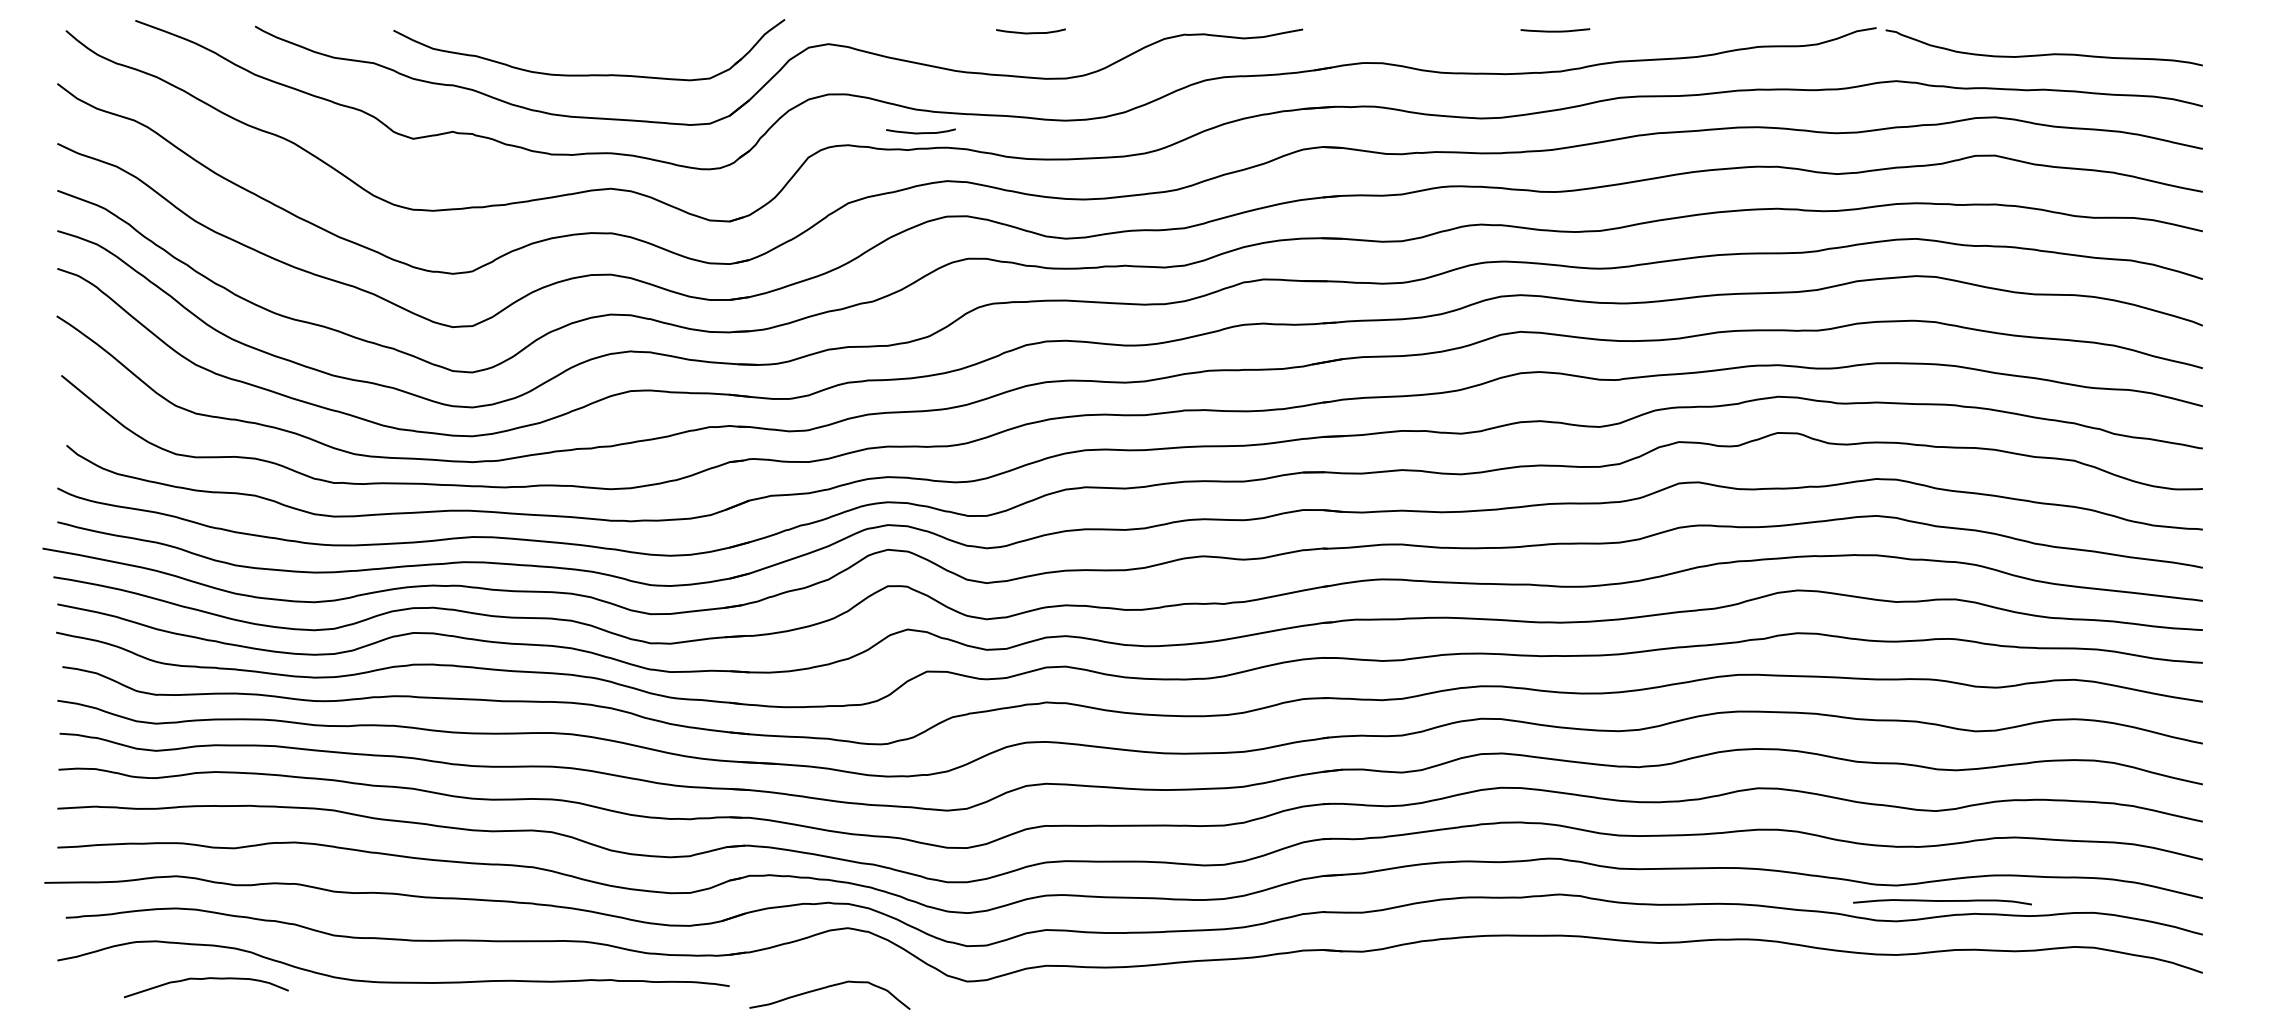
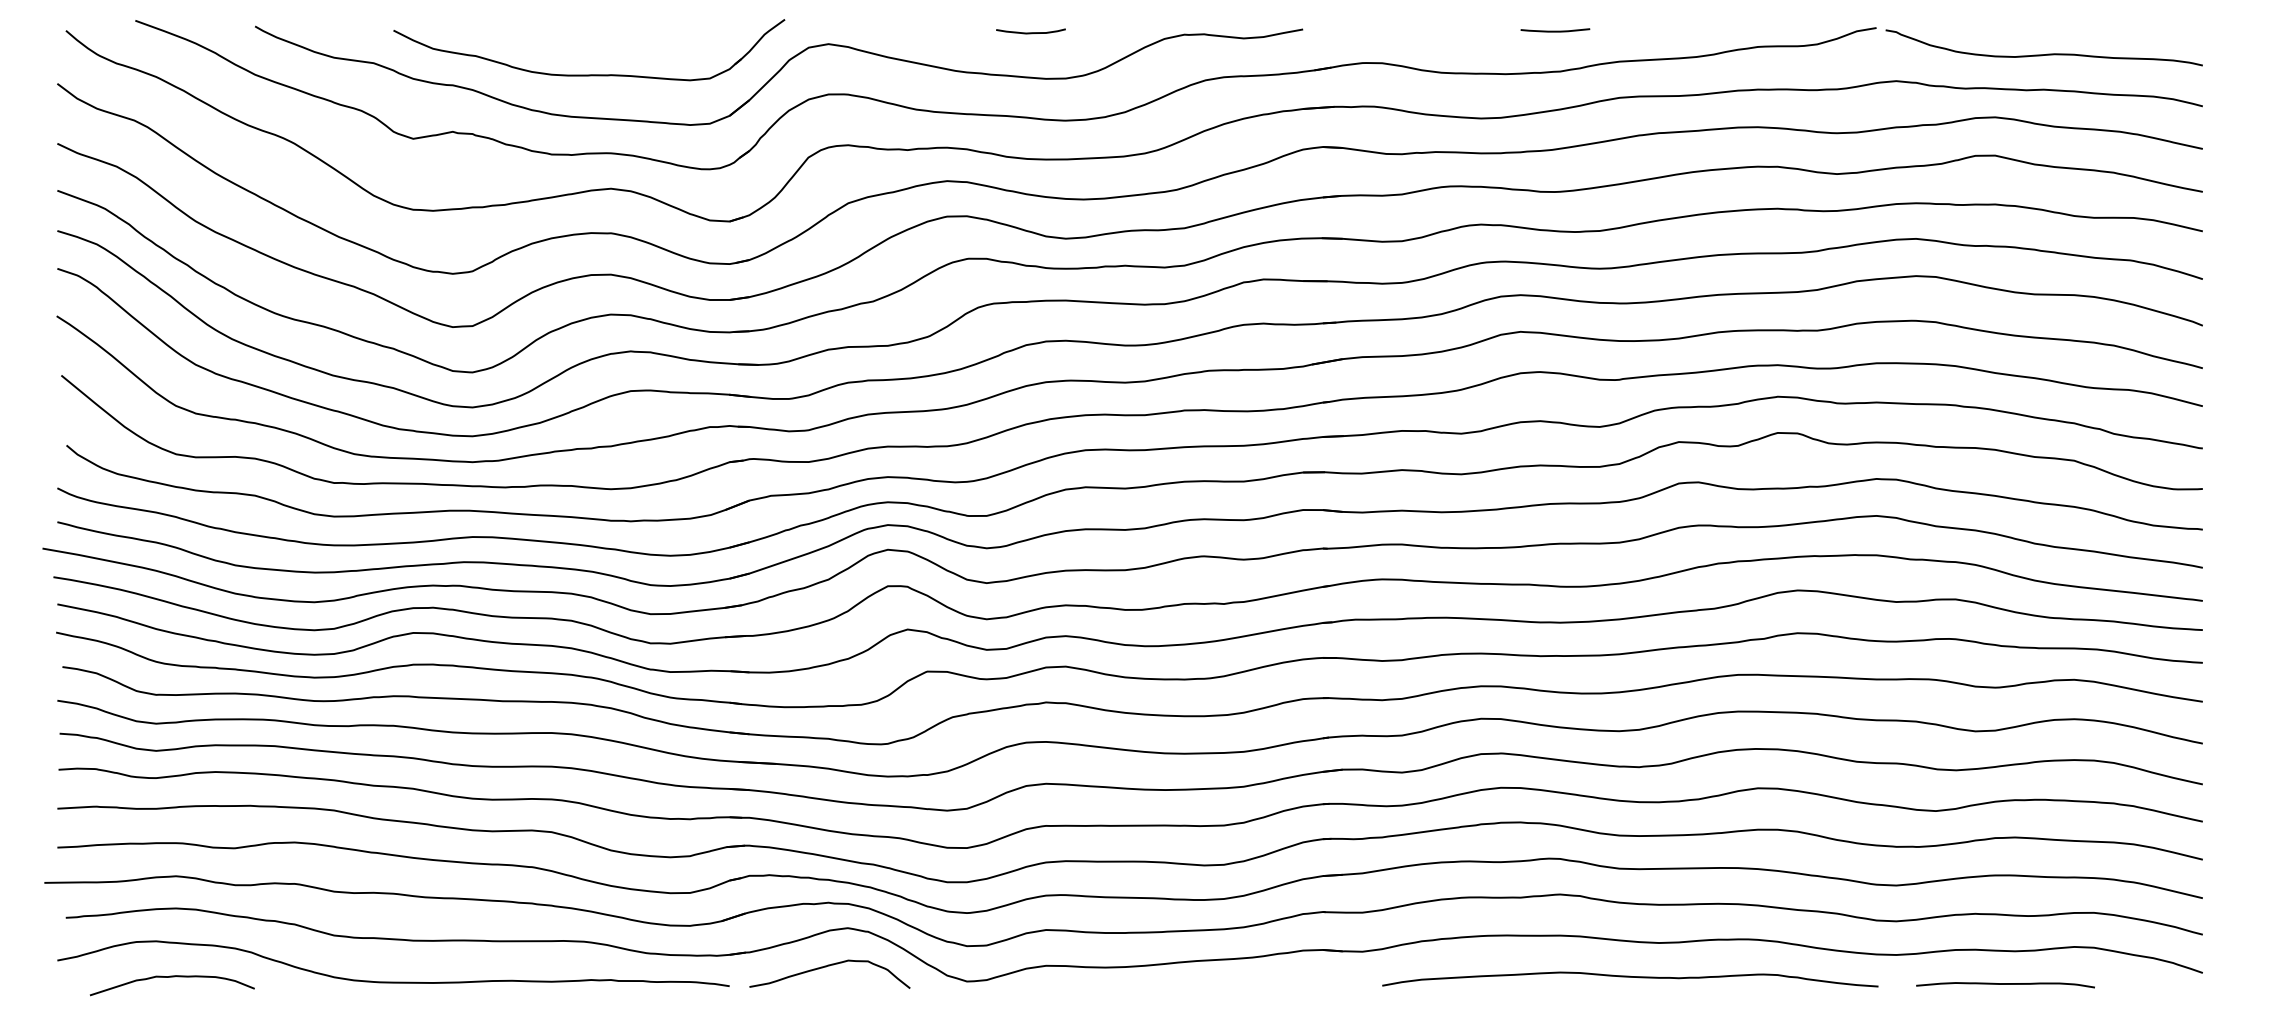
curve at (920, 132): present -> none
curve at (1942, 901) position: (1942, 901) -> (2005, 984)
curve at (1630, 977): none -> present
curve at (205, 979) position: (205, 979) -> (171, 977)
curve at (826, 988) position: (826, 988) -> (826, 967)
